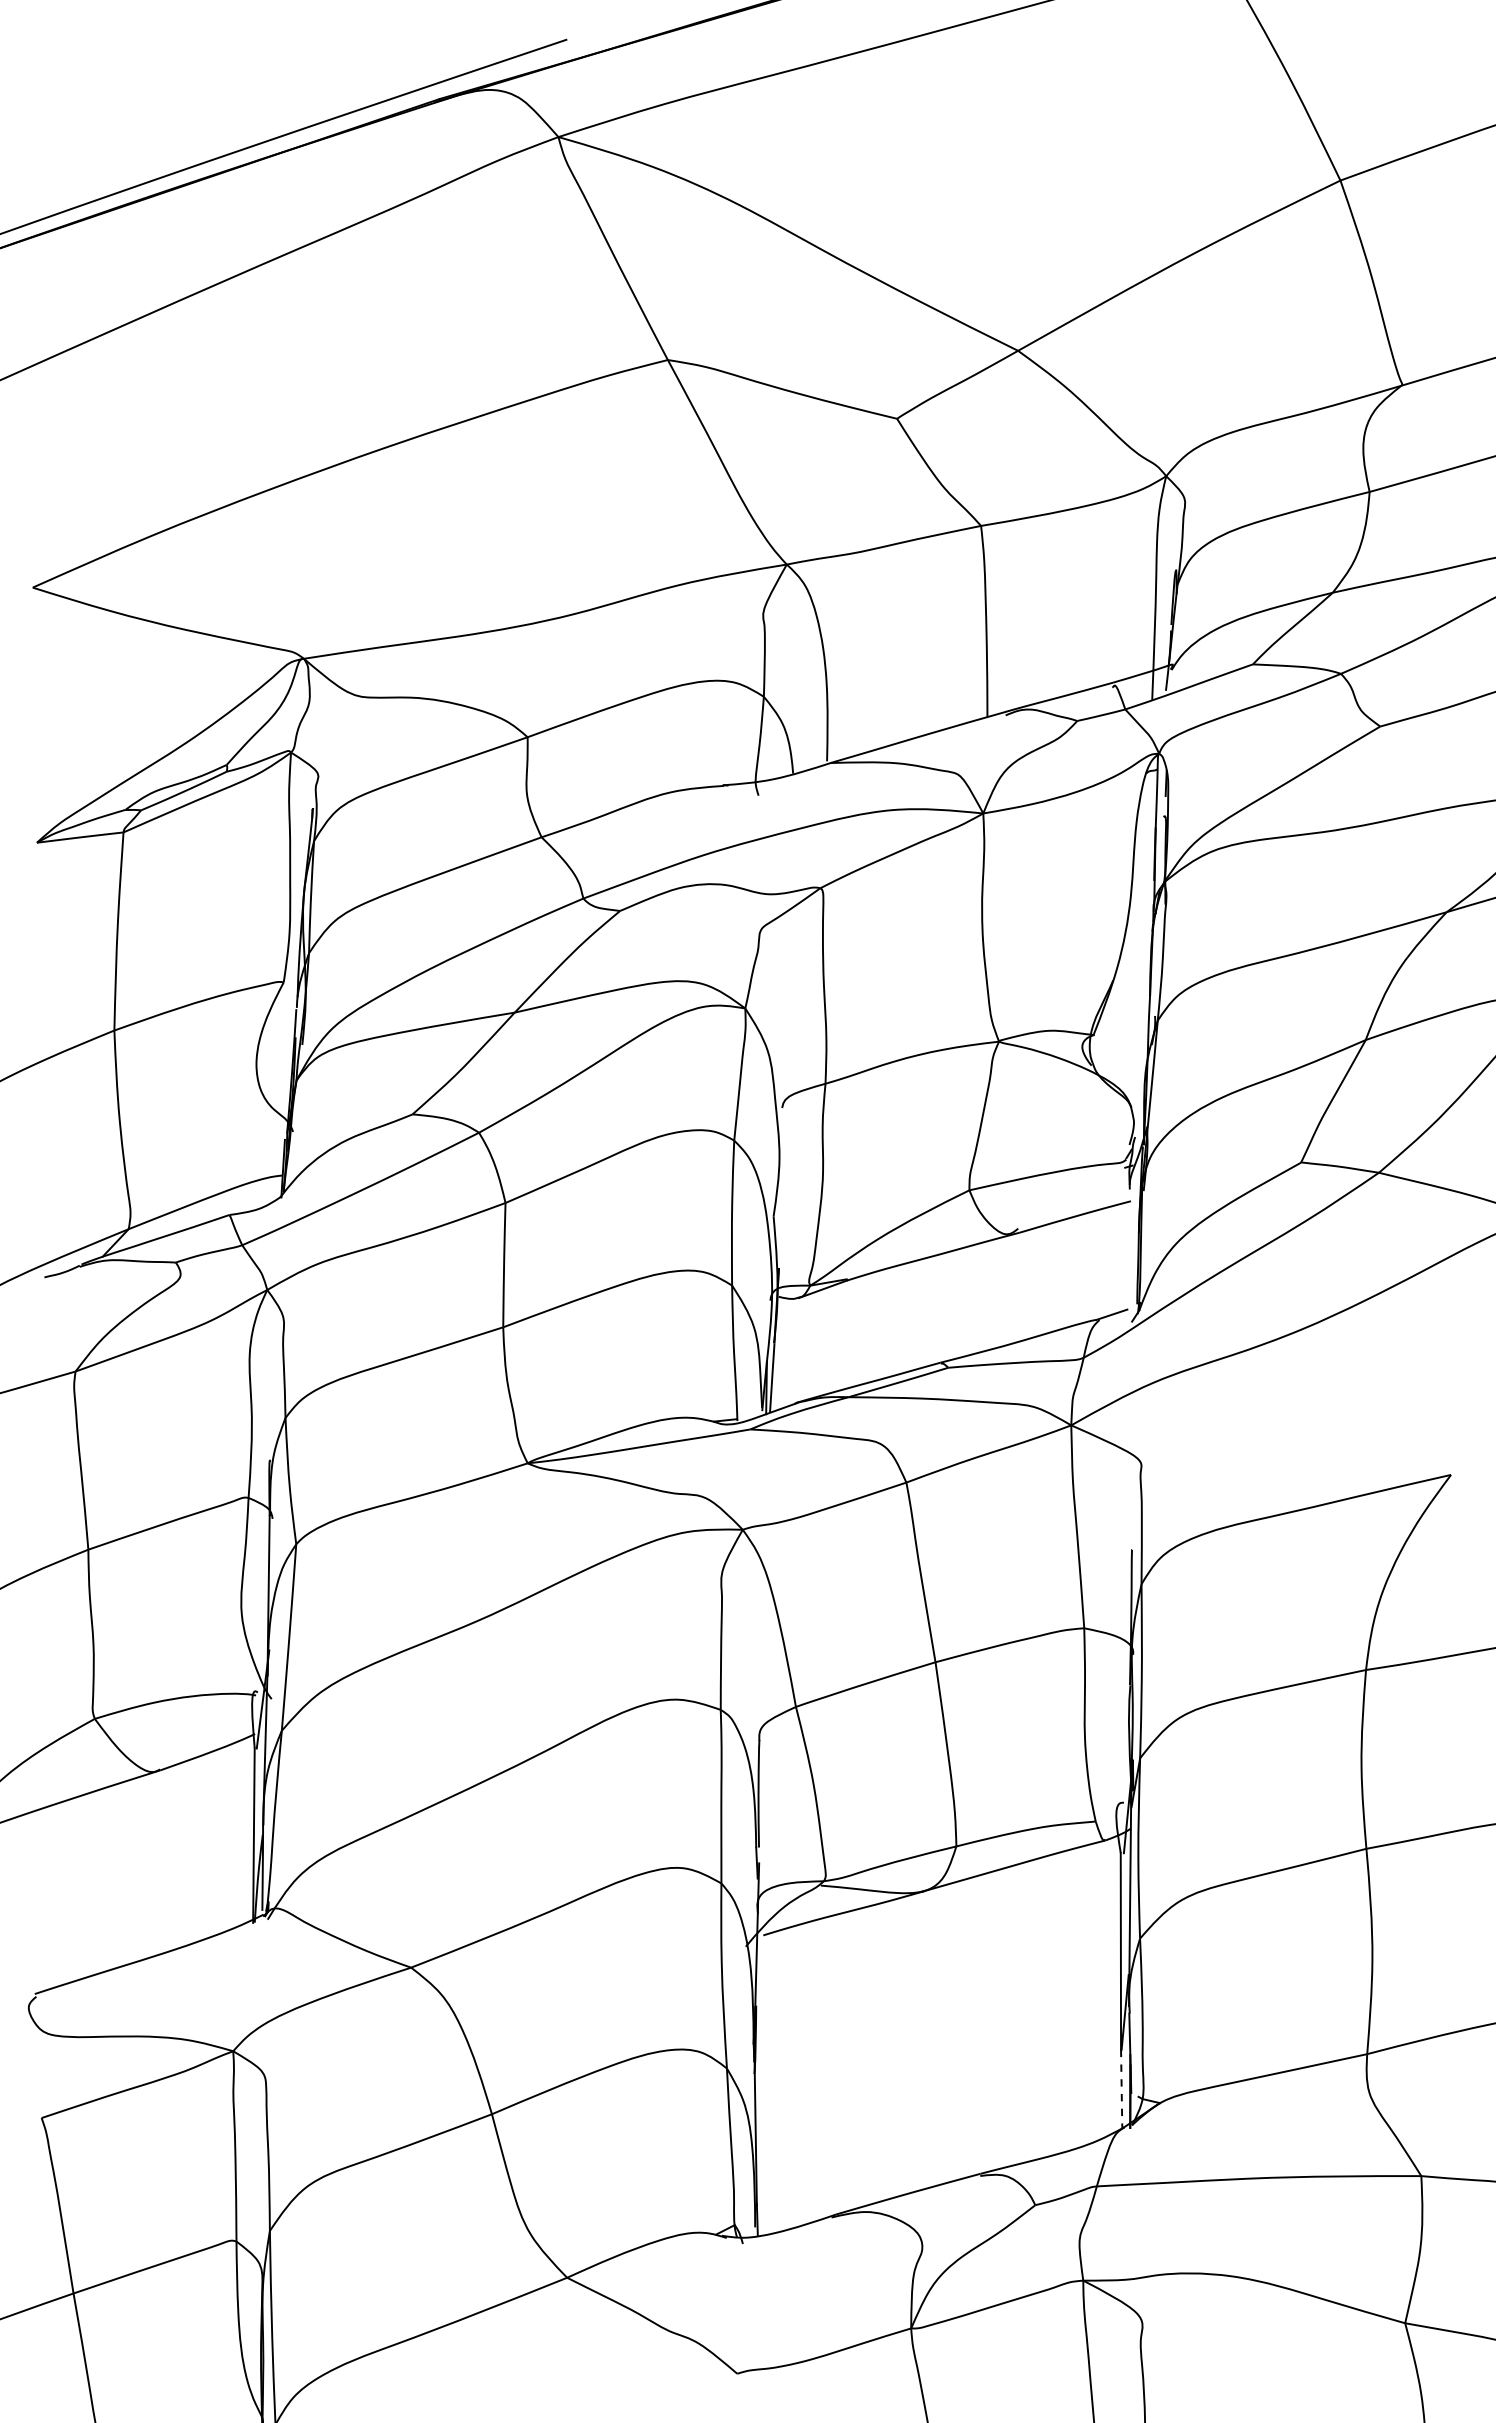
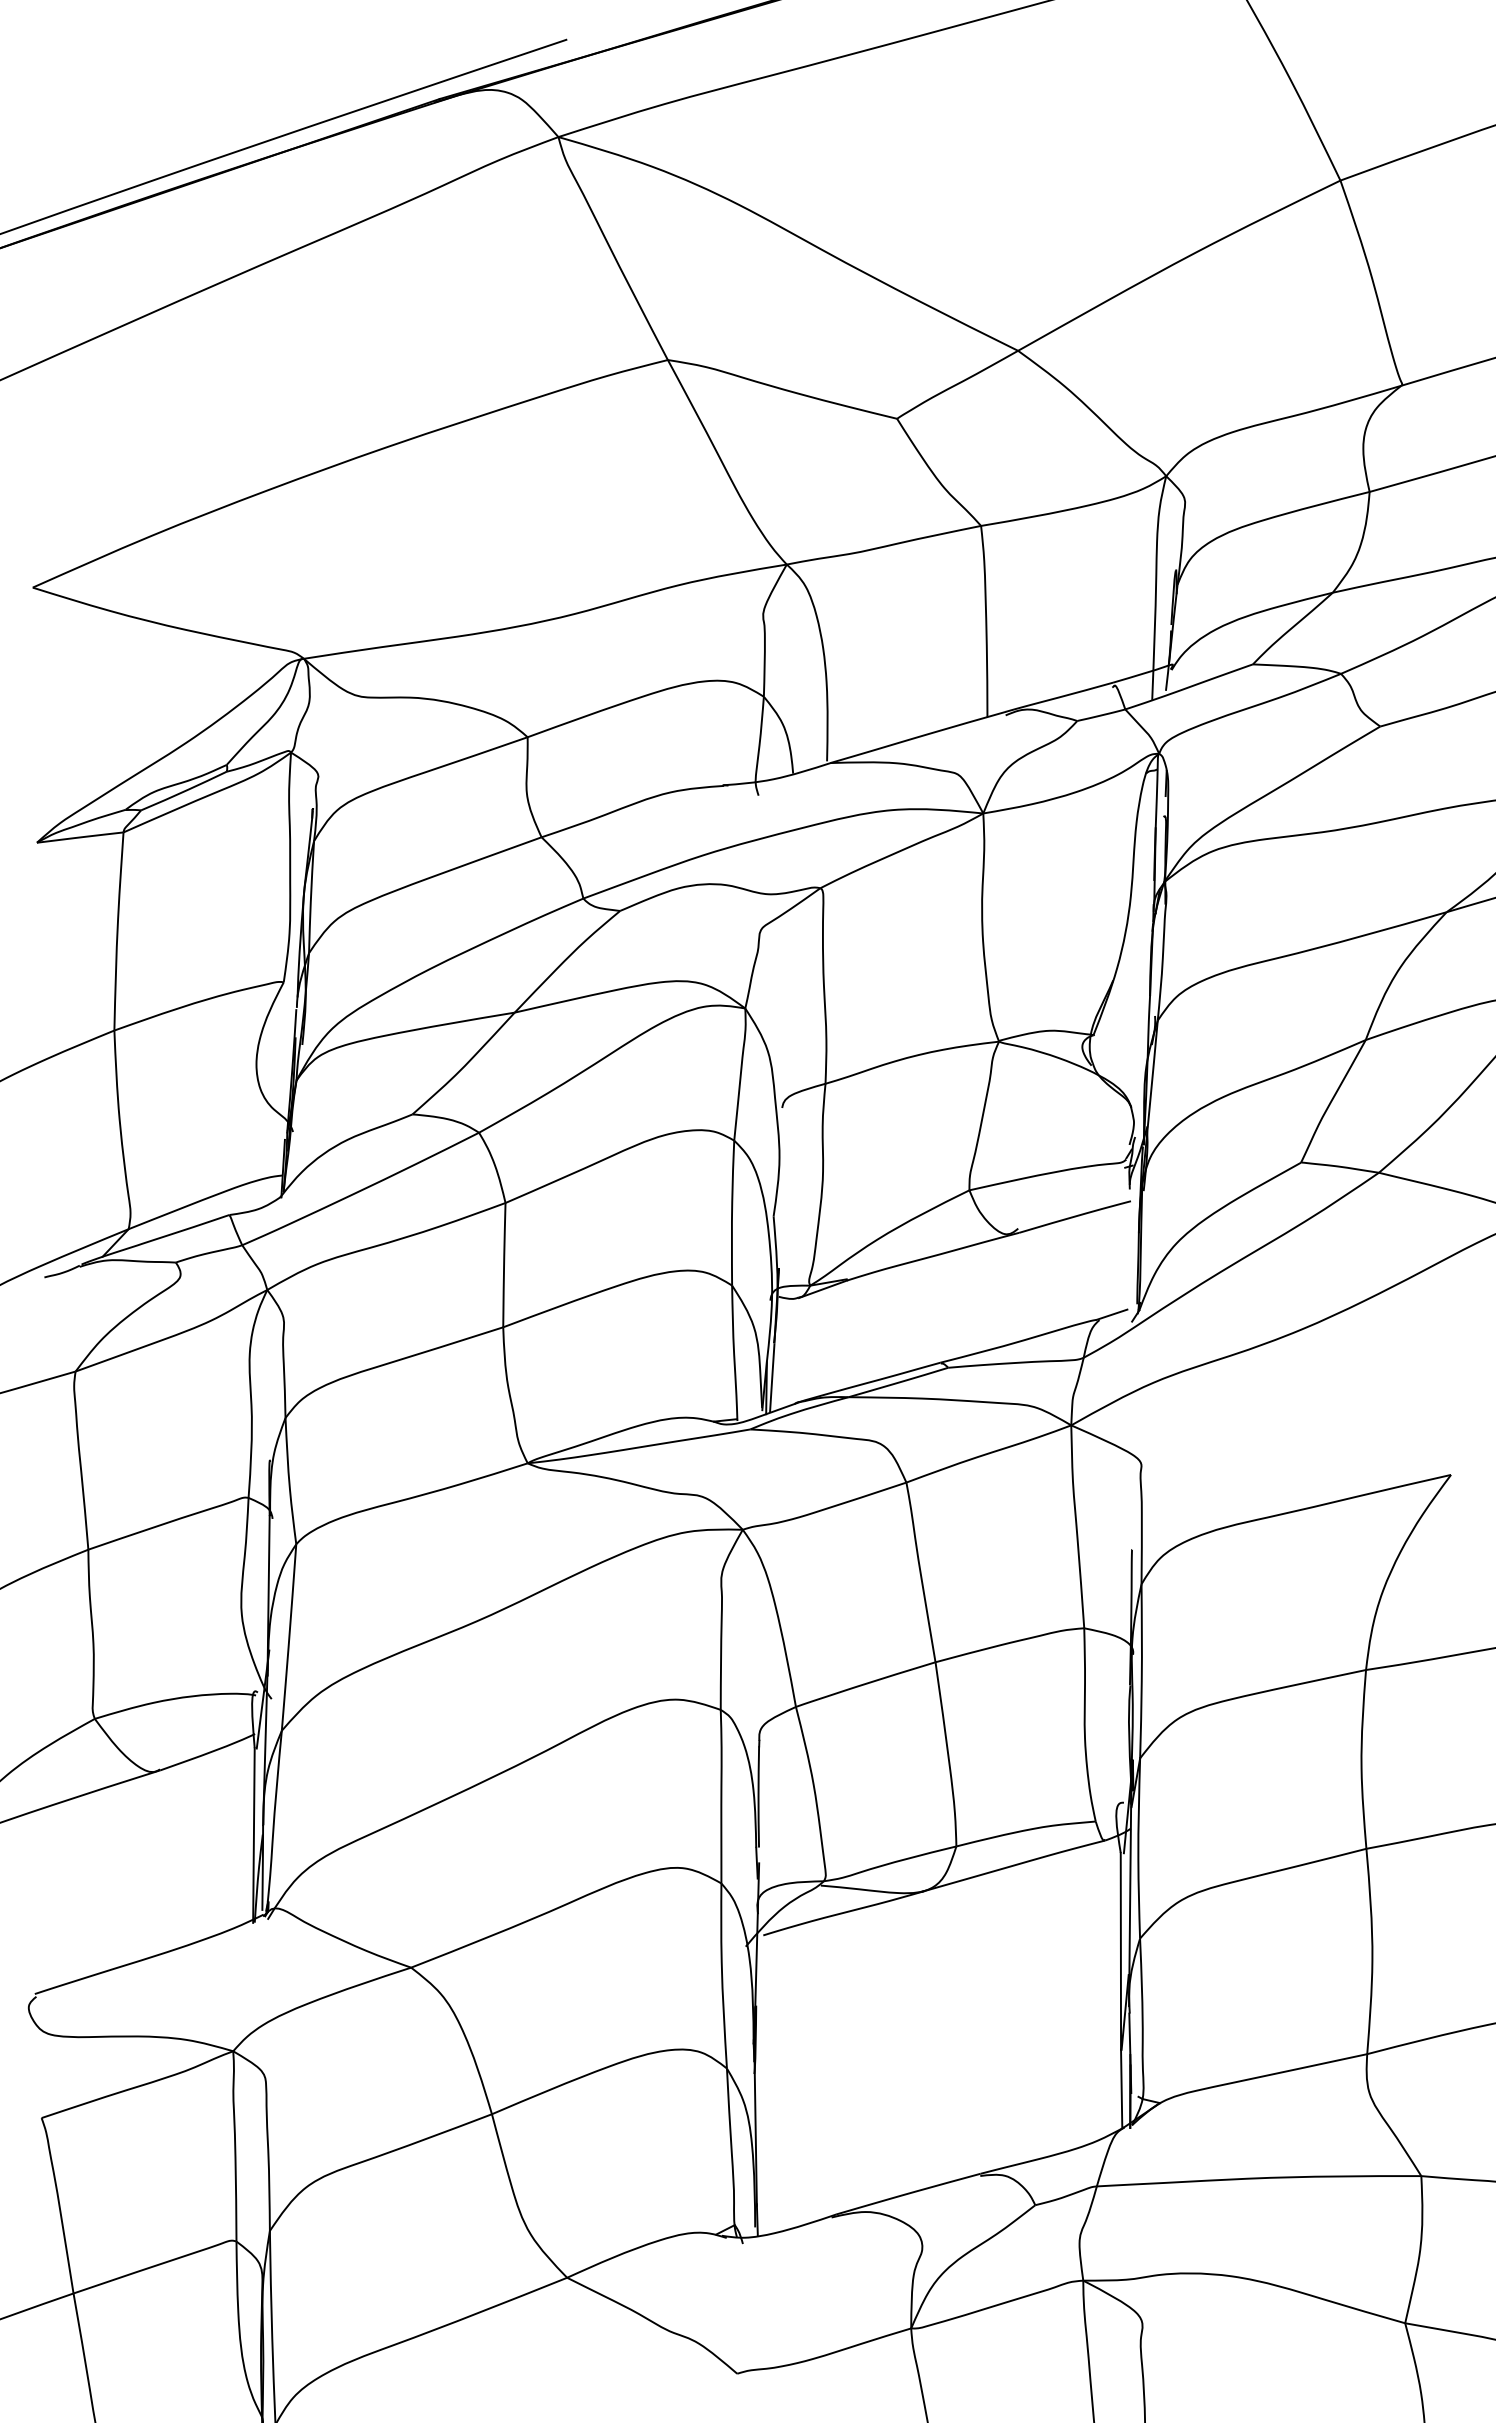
line at (1121, 2089): dashed -> solid
